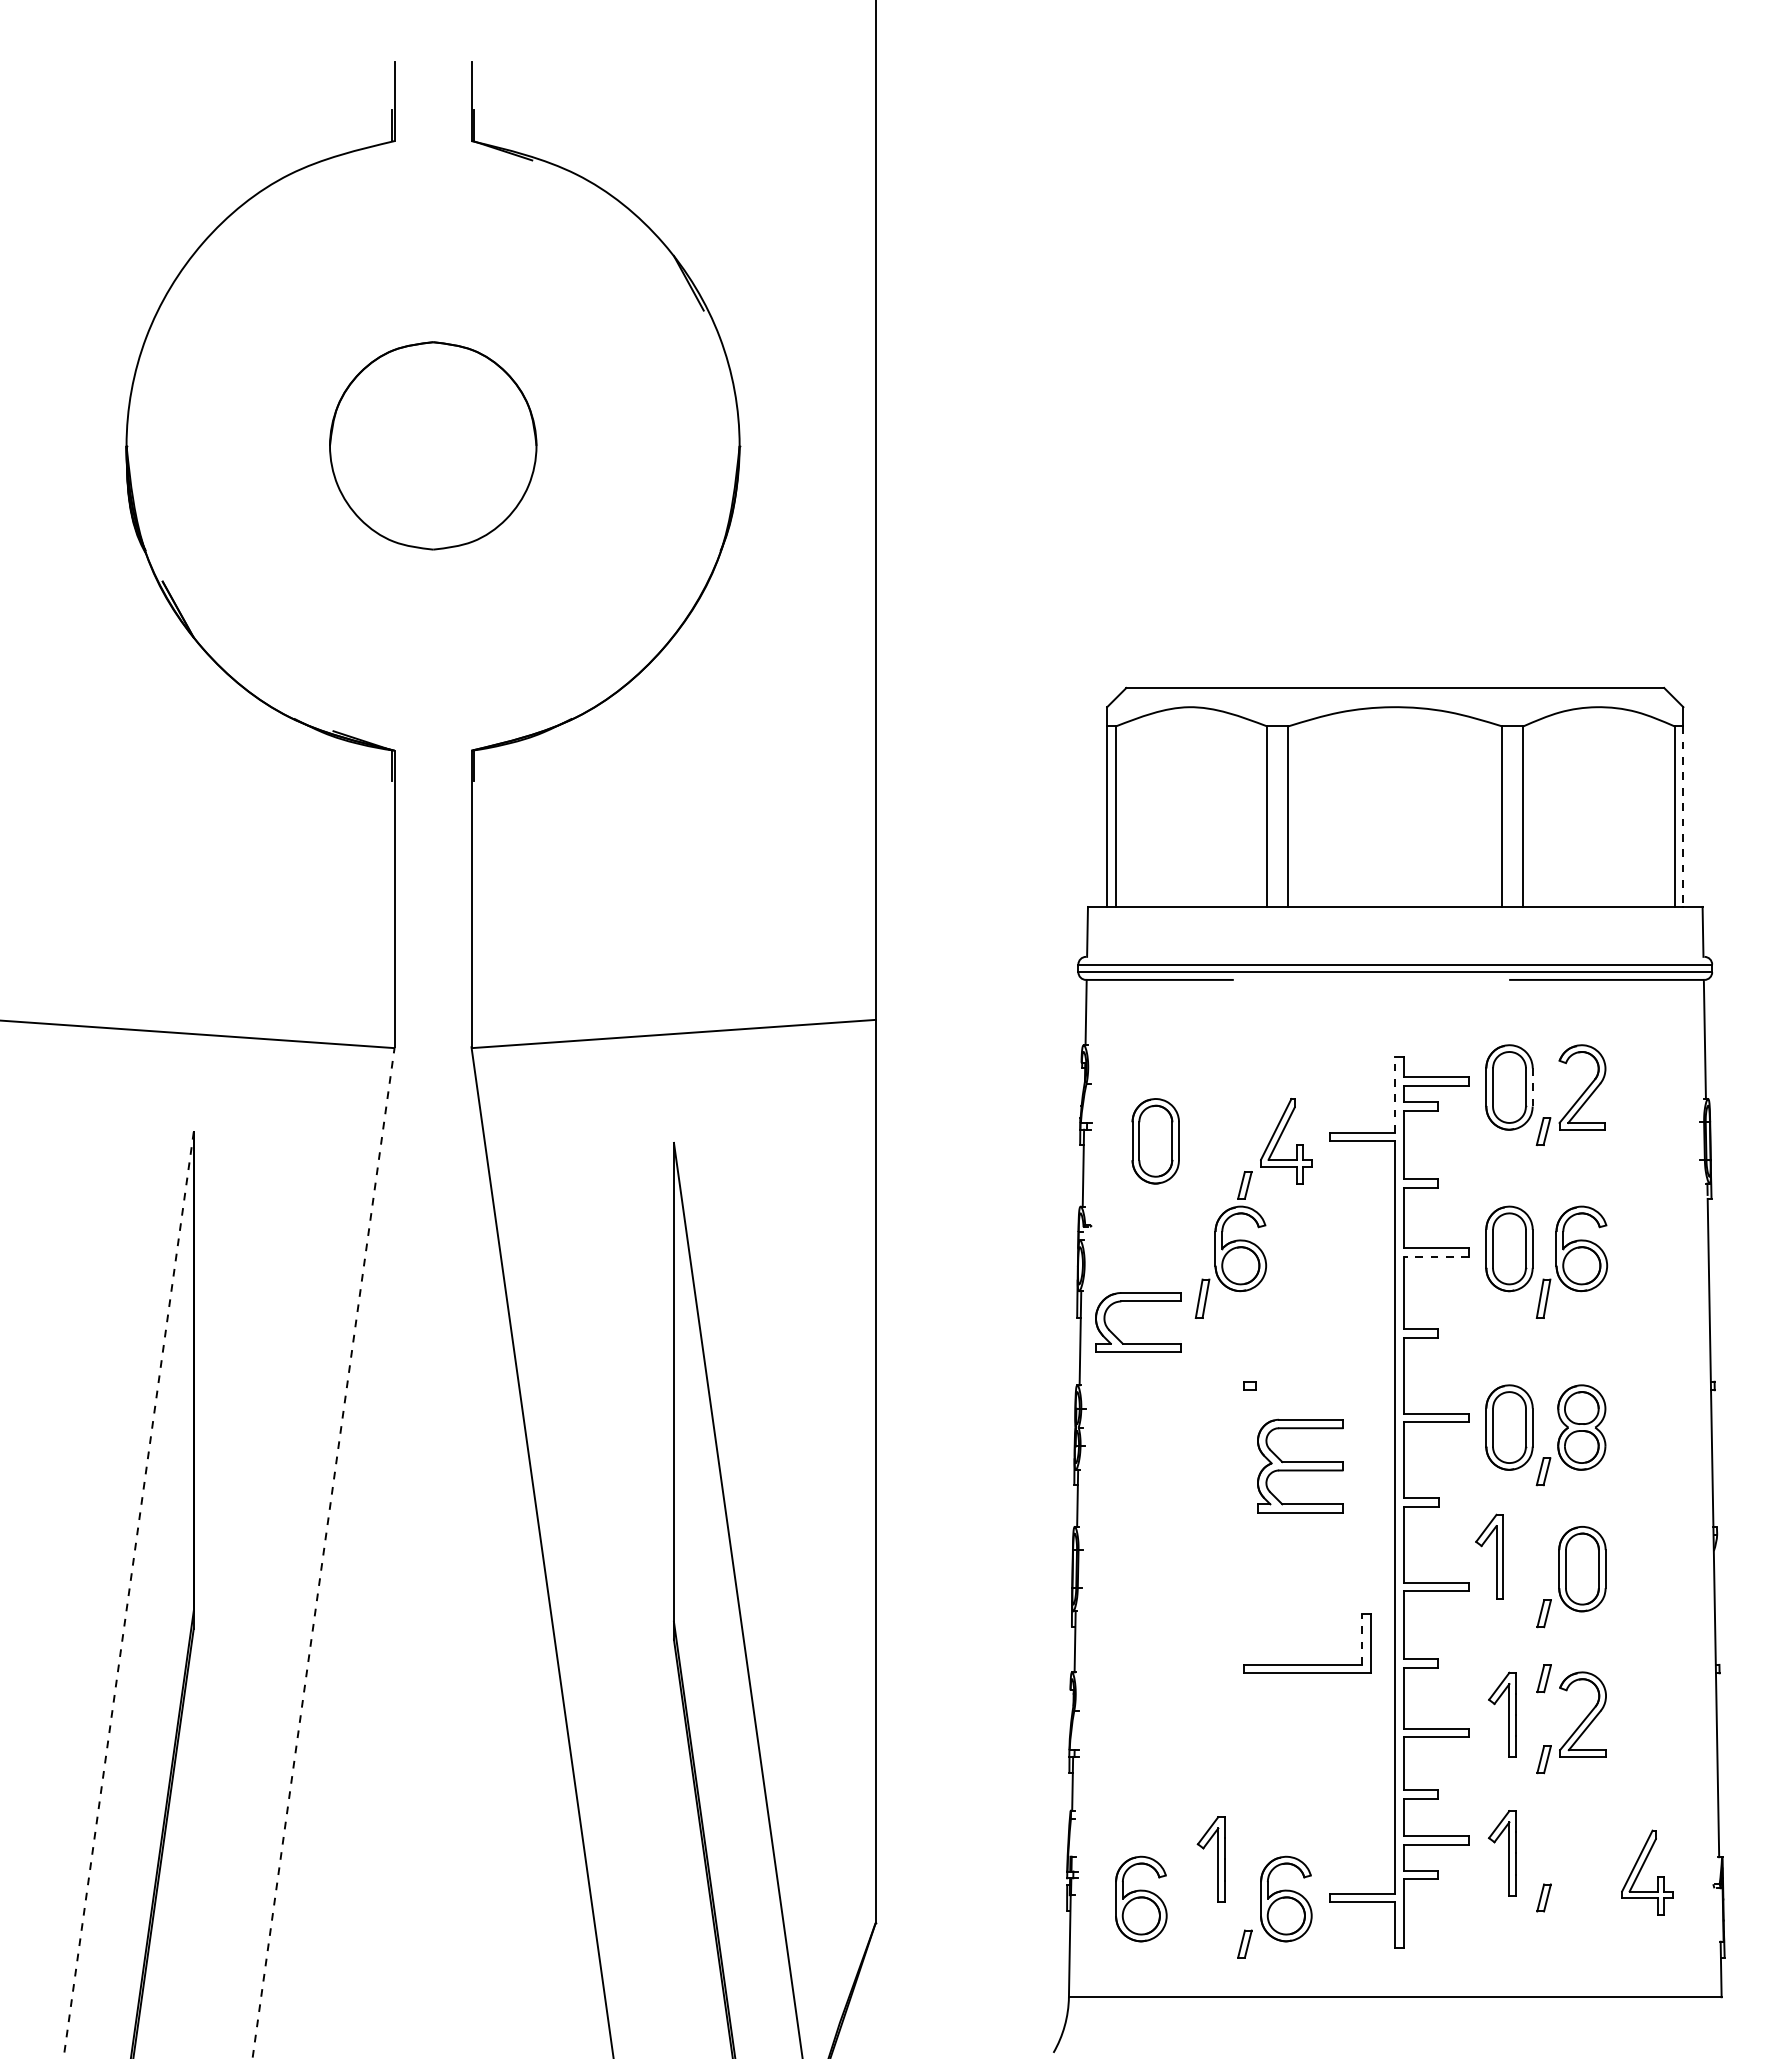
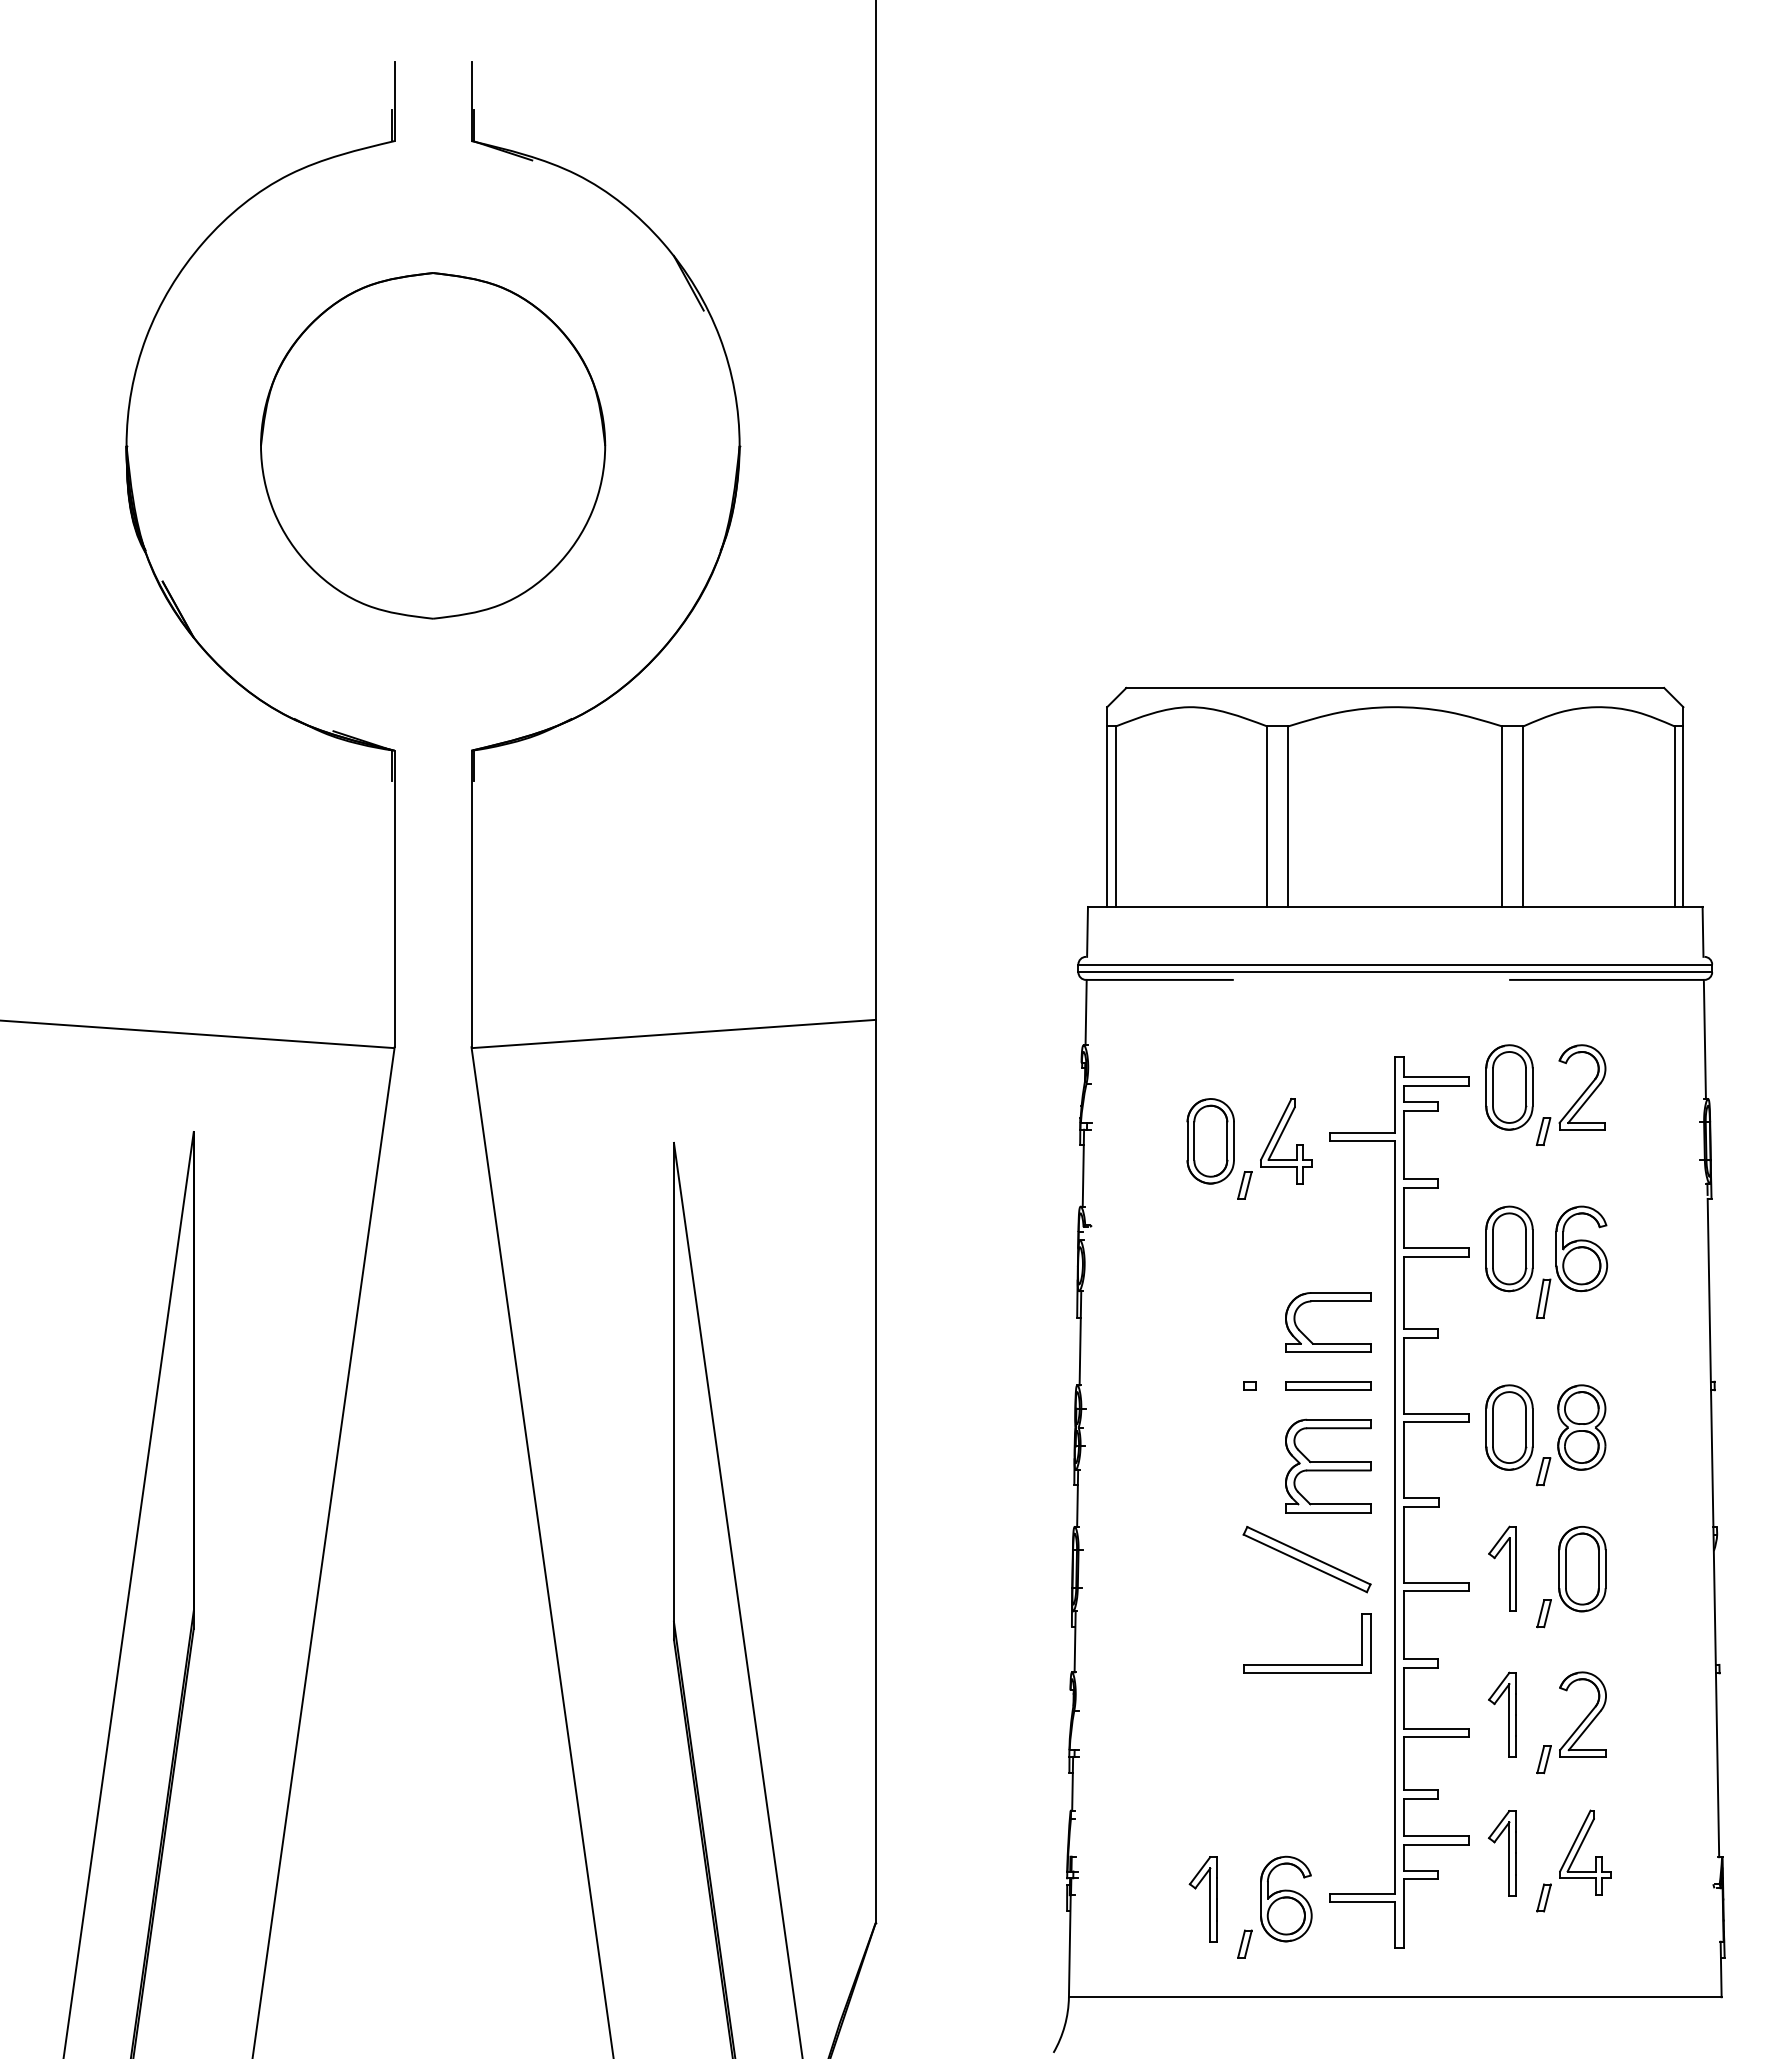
part at (433, 445) size: 209x210 px -> 347x348 px
line at (1683, 817): dashed -> solid
line at (1532, 1086): dashed -> solid
line at (1395, 1094): dashed -> solid
part at (1155, 1141) position: (1155, 1141) -> (1210, 1141)
line at (1436, 1256): dashed -> solid
part at (1230, 1261): present -> none
part at (1138, 1301) position: (1138, 1301) -> (1328, 1301)
part at (1328, 1385): none -> present
part at (1300, 1465) position: (1300, 1465) -> (1328, 1465)
line at (323, 1552): dashed -> solid
part at (1496, 1556) position: (1496, 1556) -> (1509, 1568)
part at (1306, 1559): none -> present
line at (128, 1595): dashed -> solid
line at (1362, 1639): dashed -> solid
part at (1543, 1678): present -> none
part at (1217, 1859) position: (1217, 1859) -> (1209, 1899)
part at (1641, 1870) position: (1641, 1870) -> (1579, 1850)
part at (1141, 1898): present -> none
